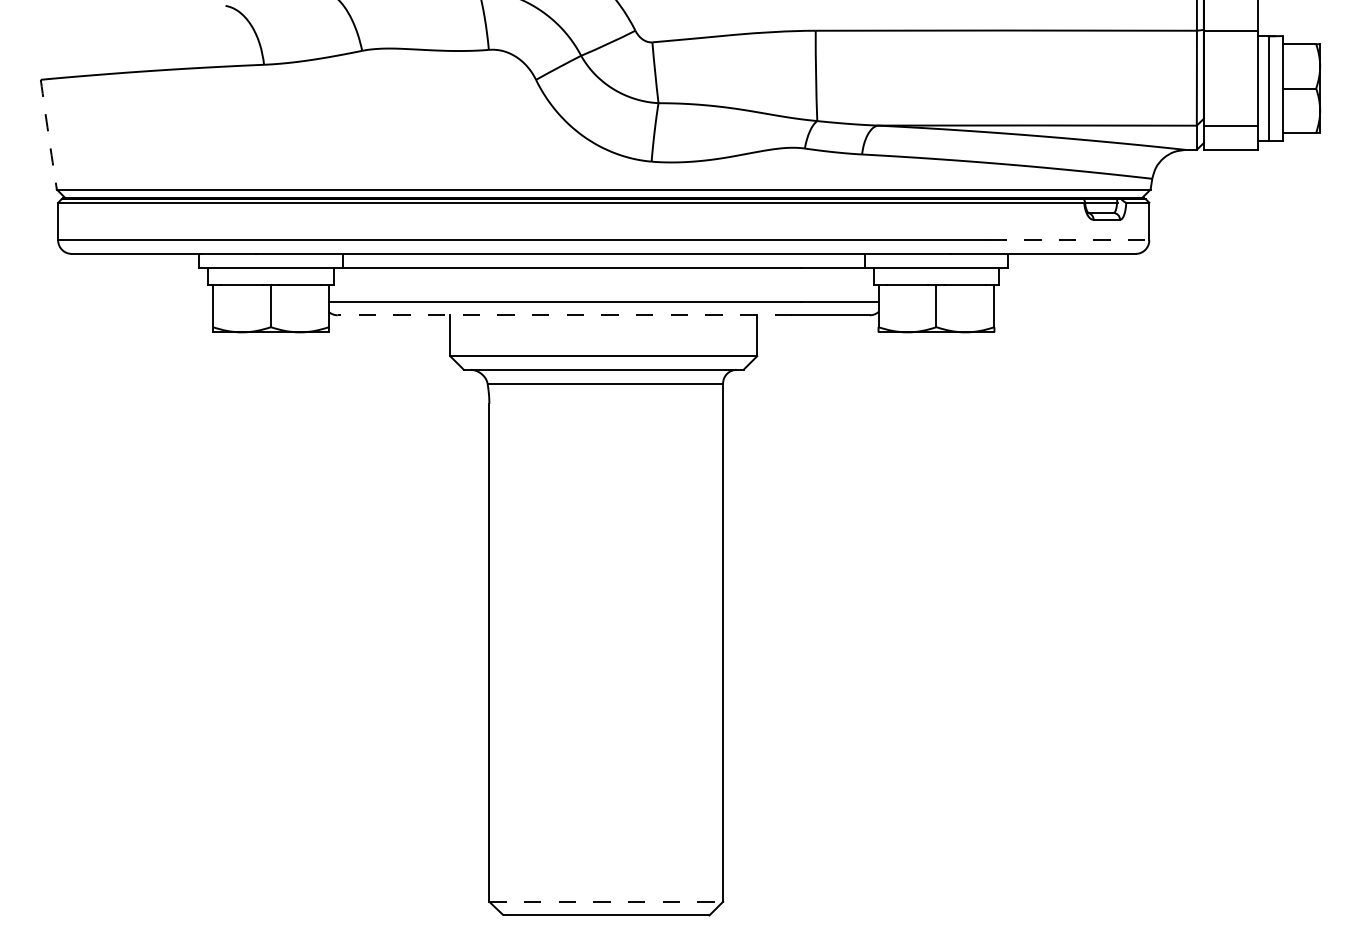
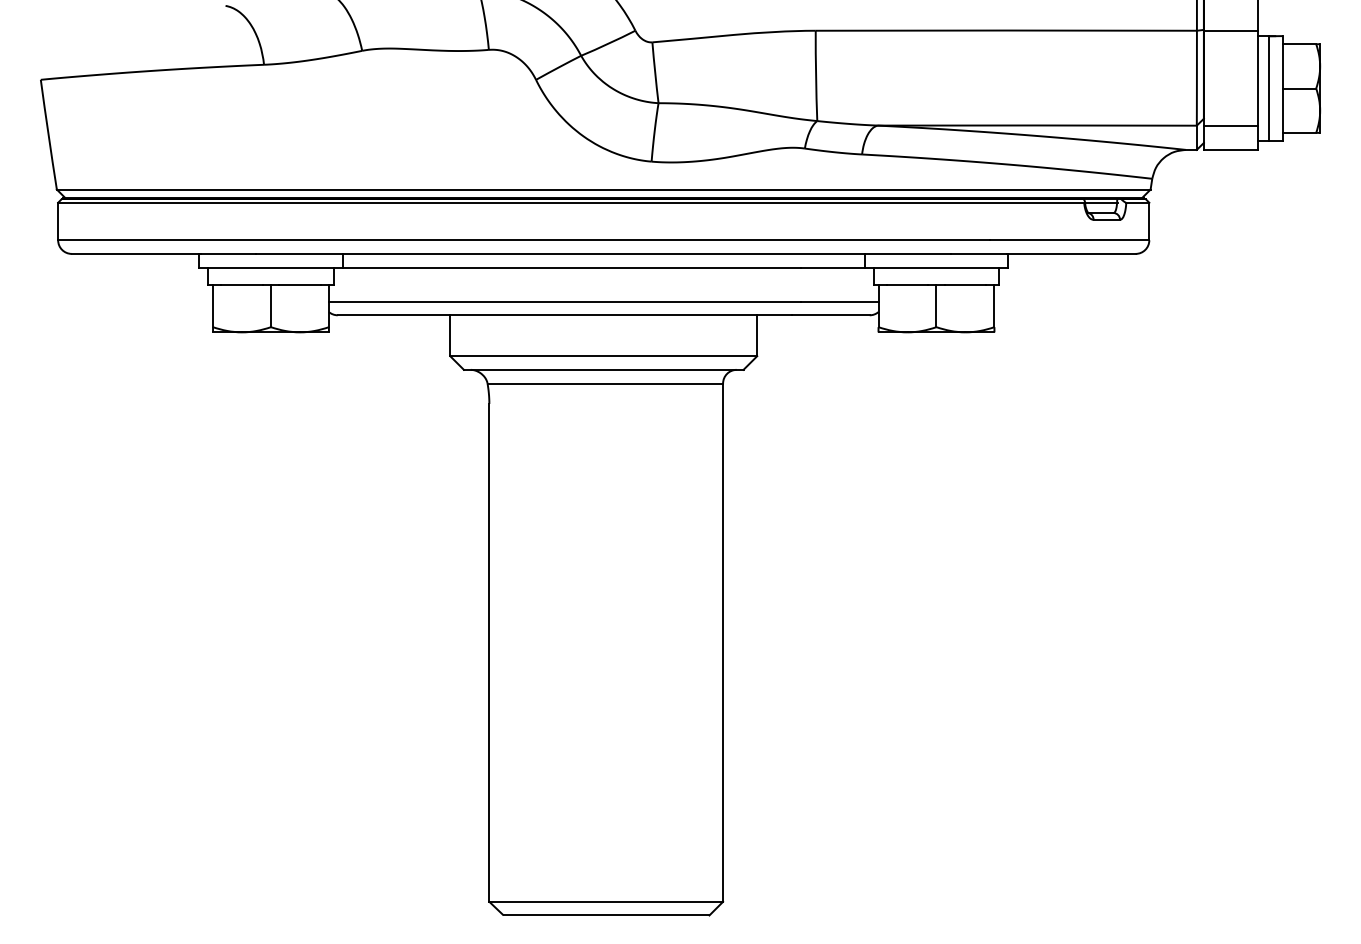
arc at (48, 134): dashed -> solid
line at (1069, 240): dashed -> solid
line at (564, 315): dashed -> solid
line at (606, 901): dashed -> solid
